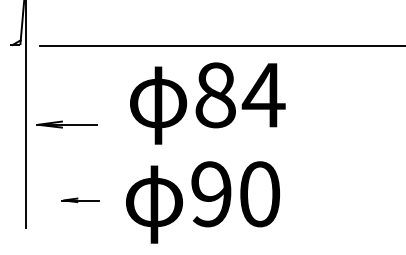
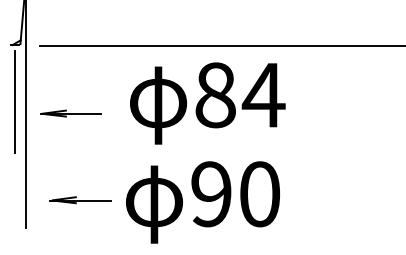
line at (14, 102): none -> present
part at (66, 124) position: (66, 124) -> (70, 113)
part at (80, 199) size: 39x6 px -> 63x9 px
